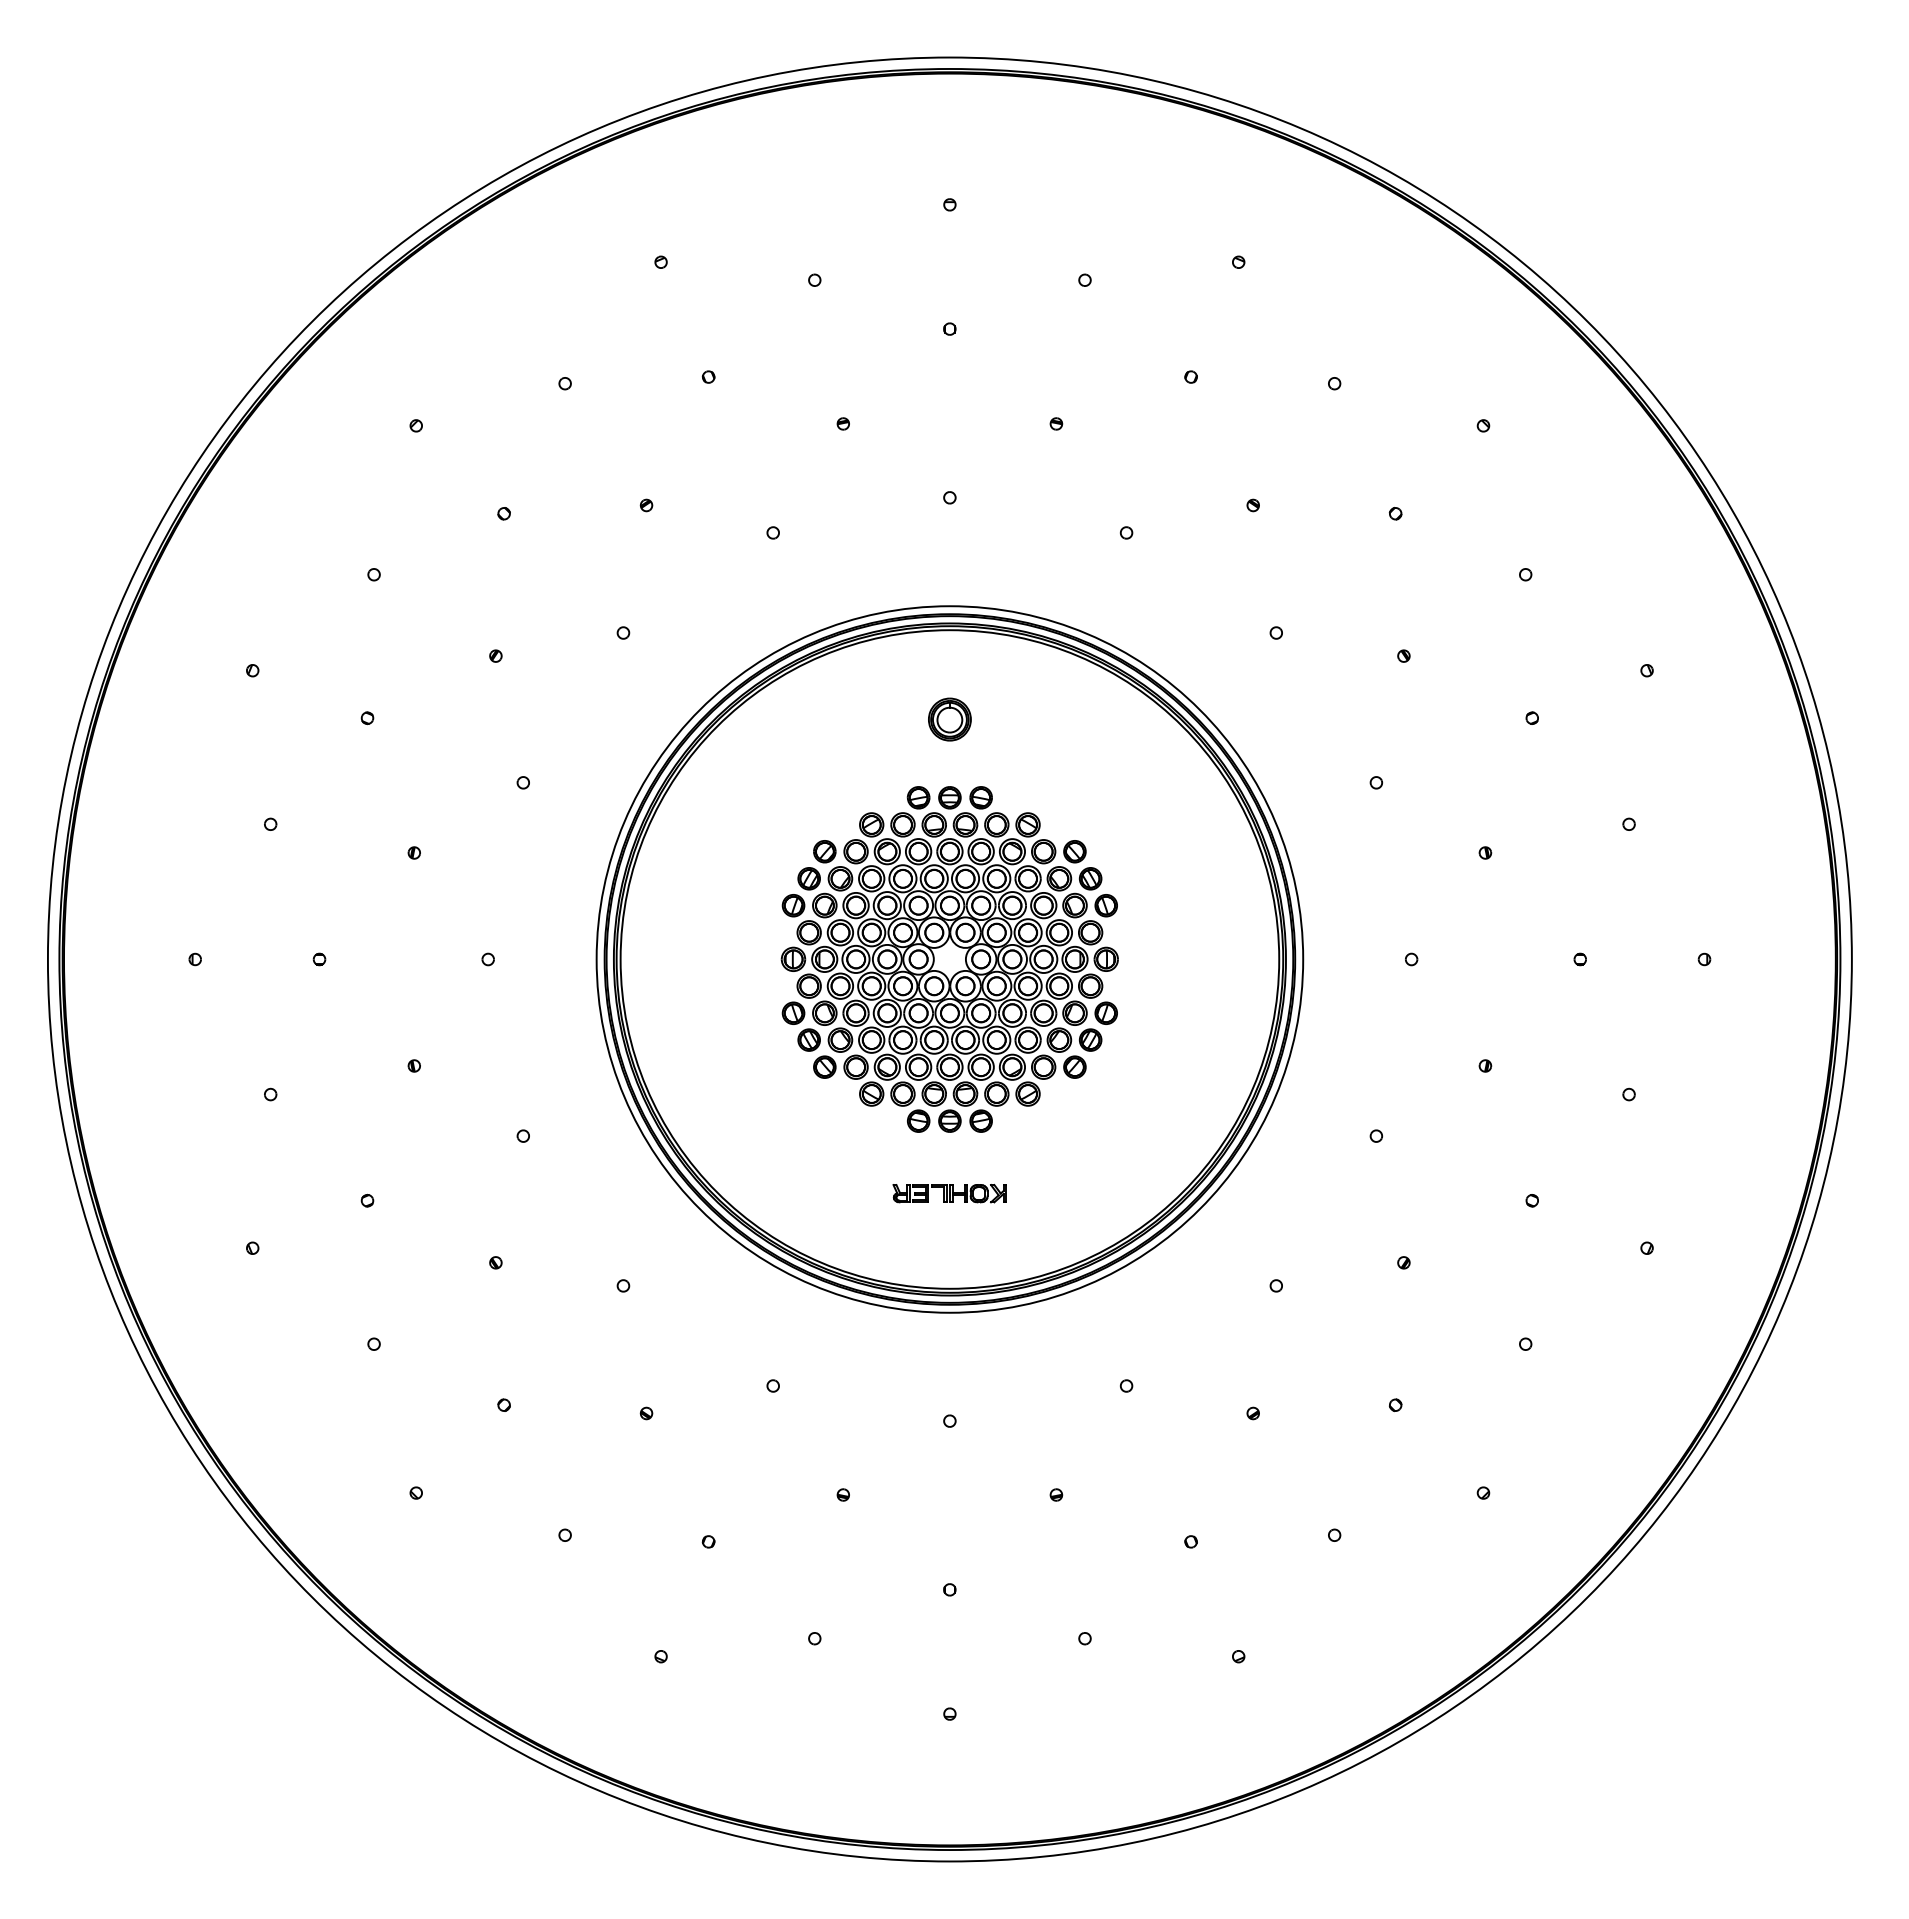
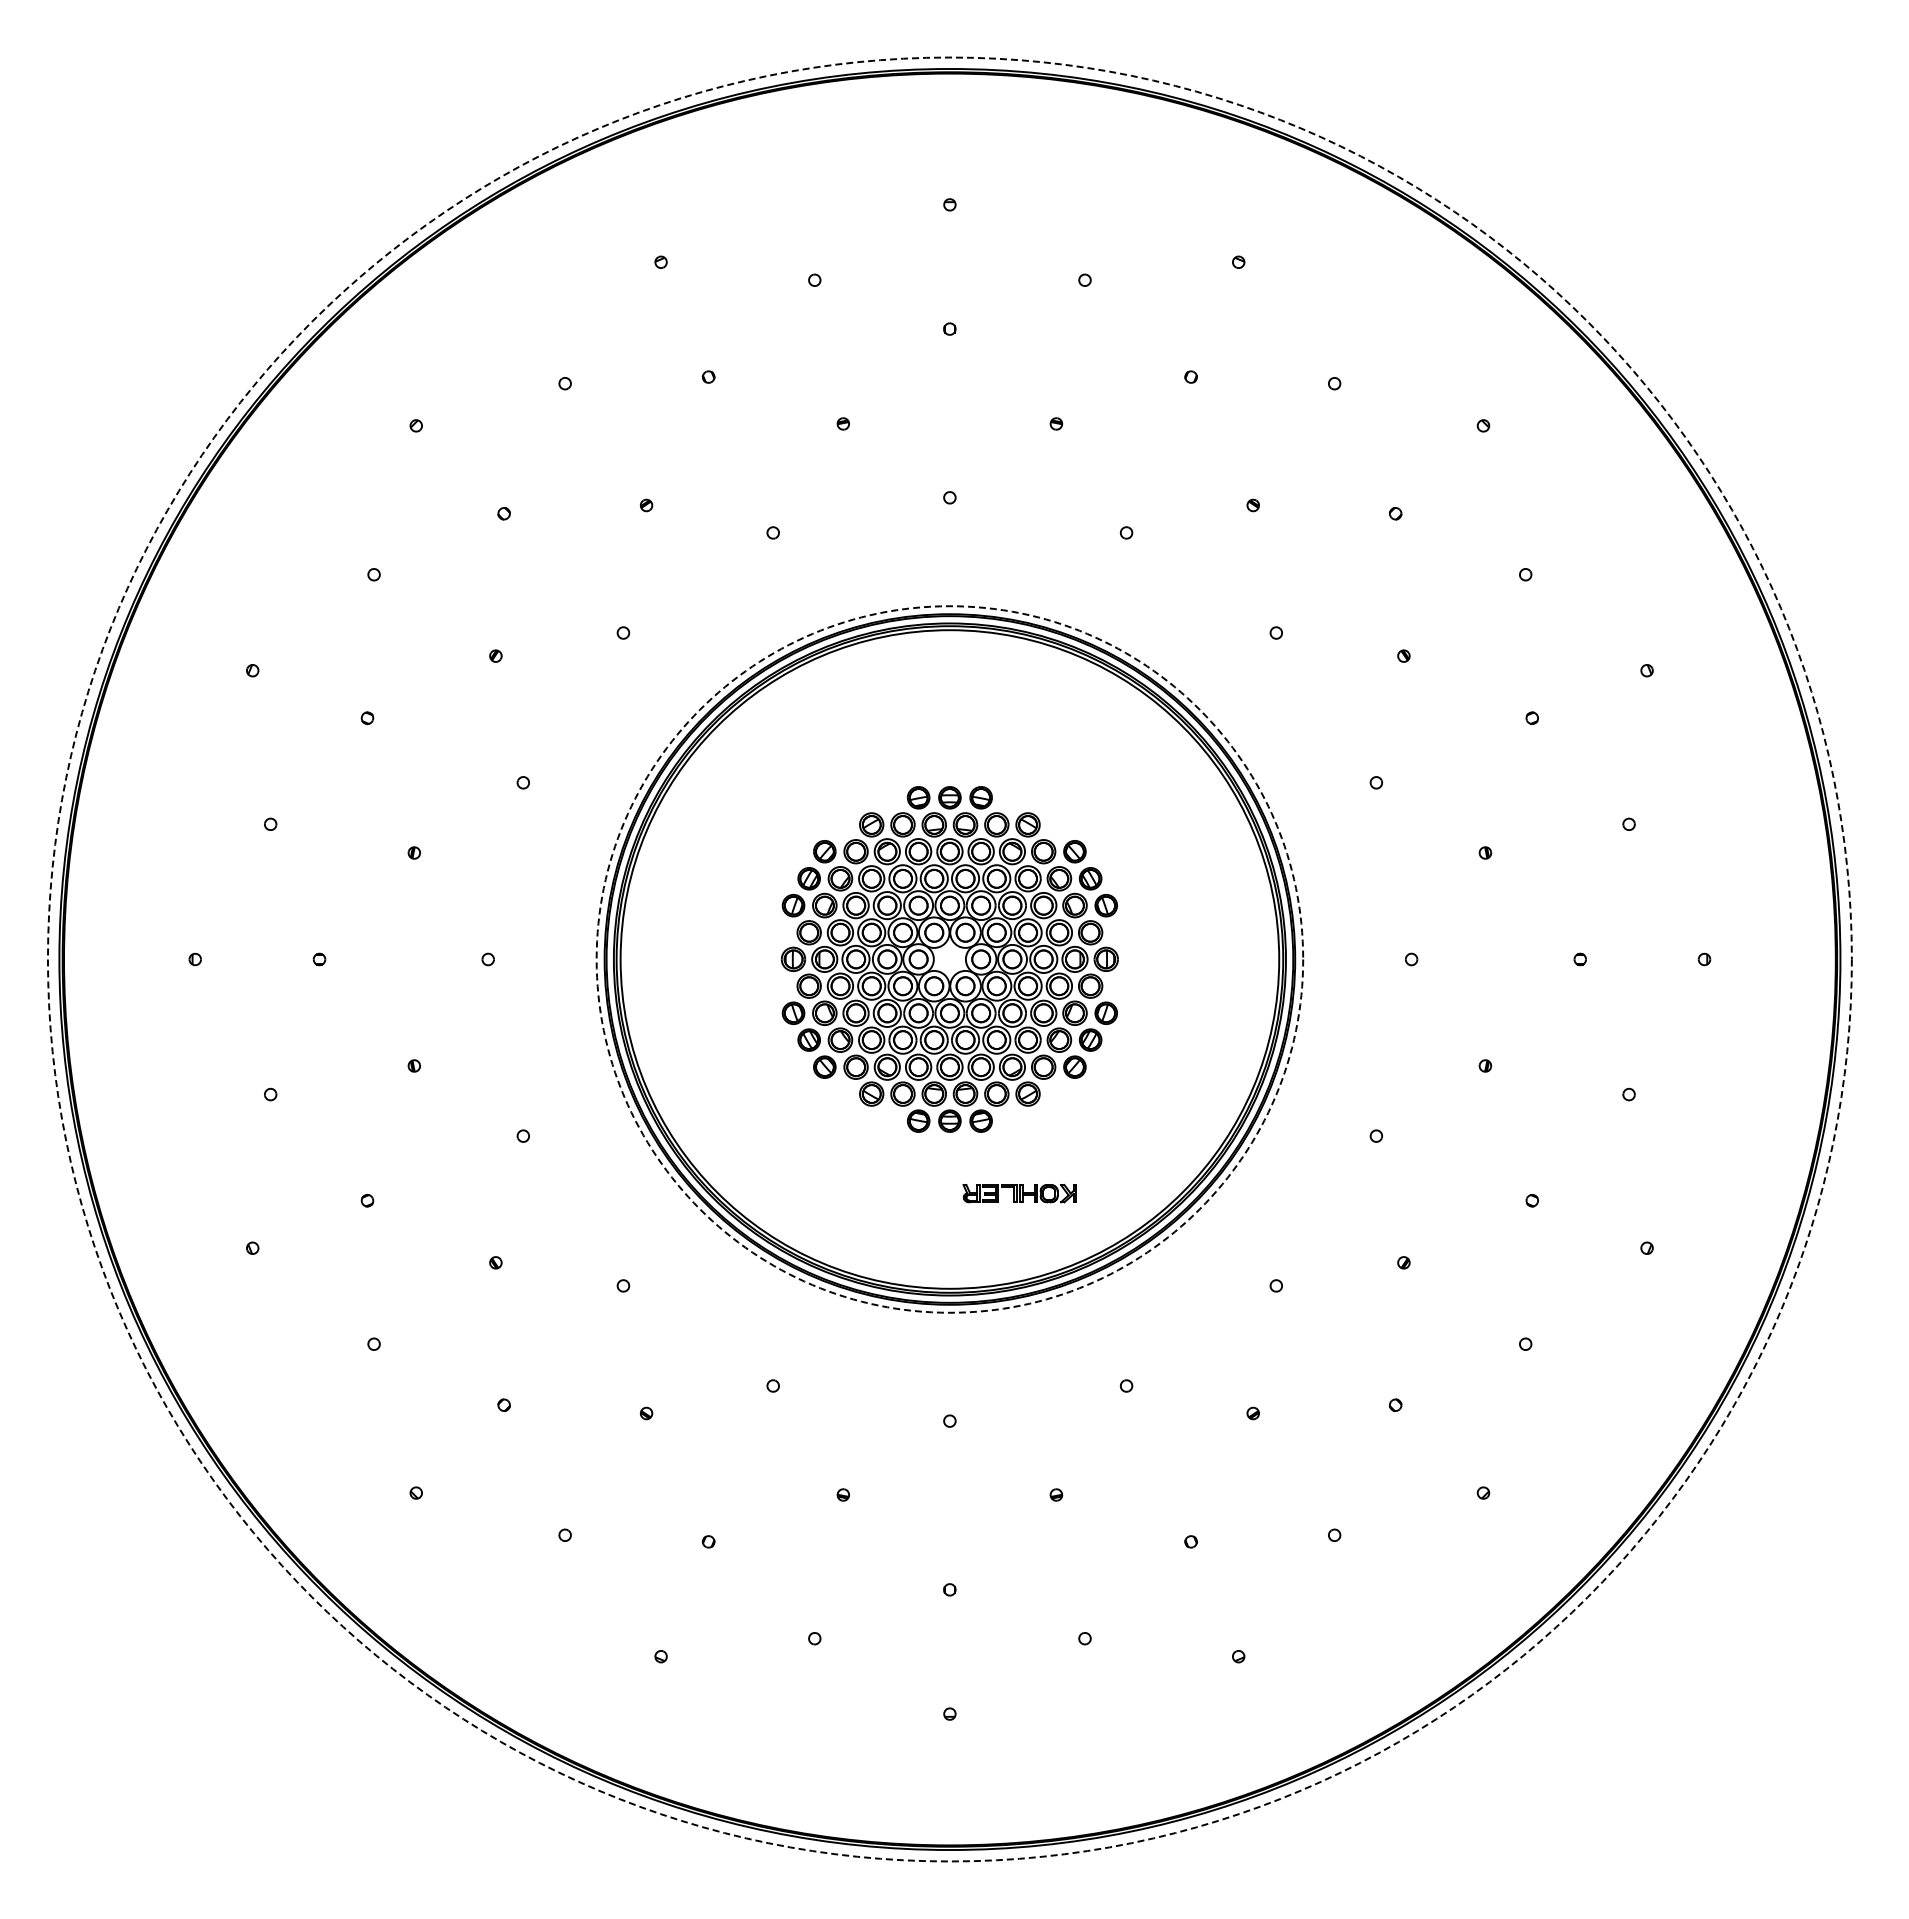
part at (949, 719): present -> none
circle at (949, 959): solid -> dashed
circle at (949, 959): solid -> dashed
part at (949, 1193) position: (949, 1193) -> (1019, 1193)
